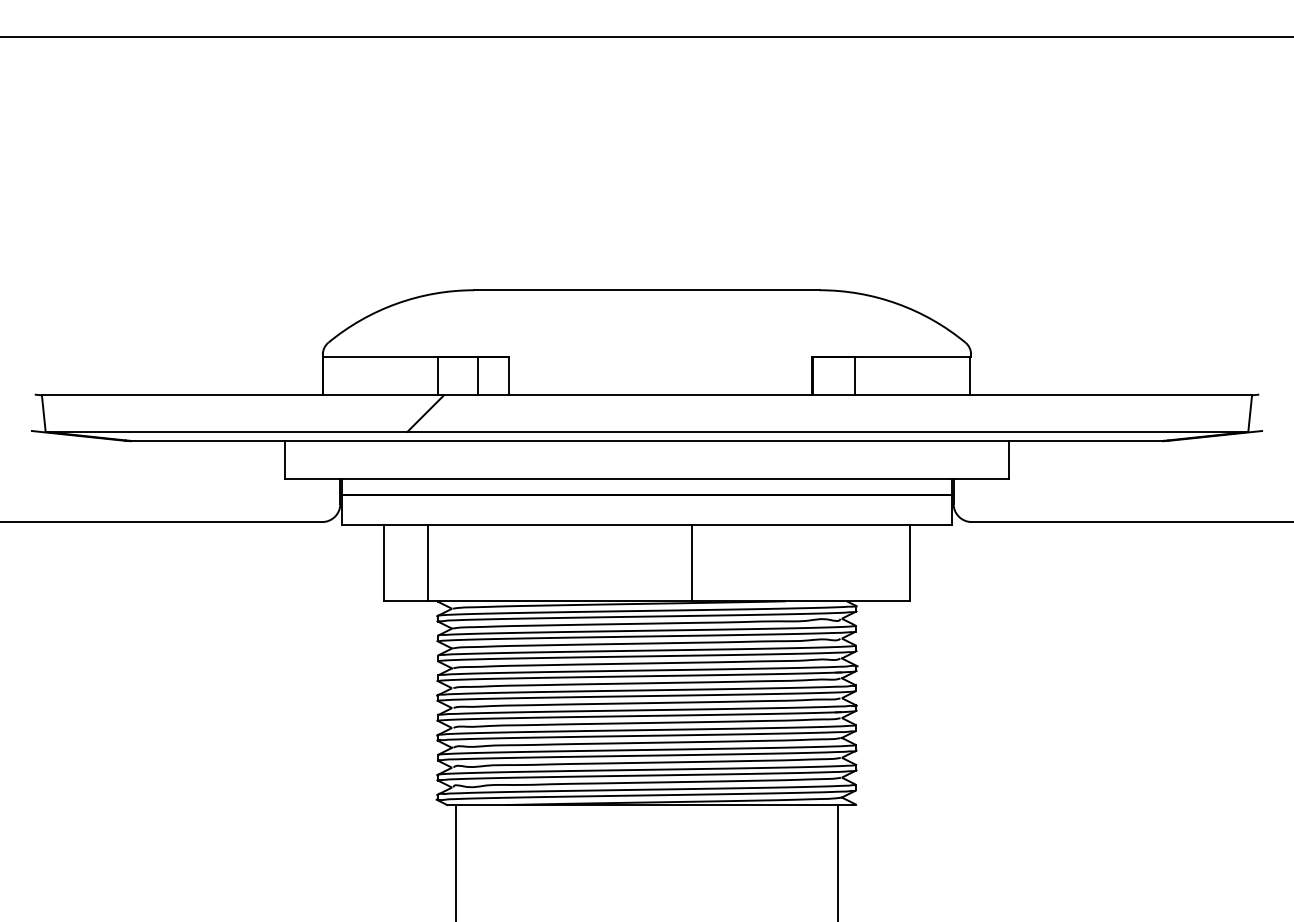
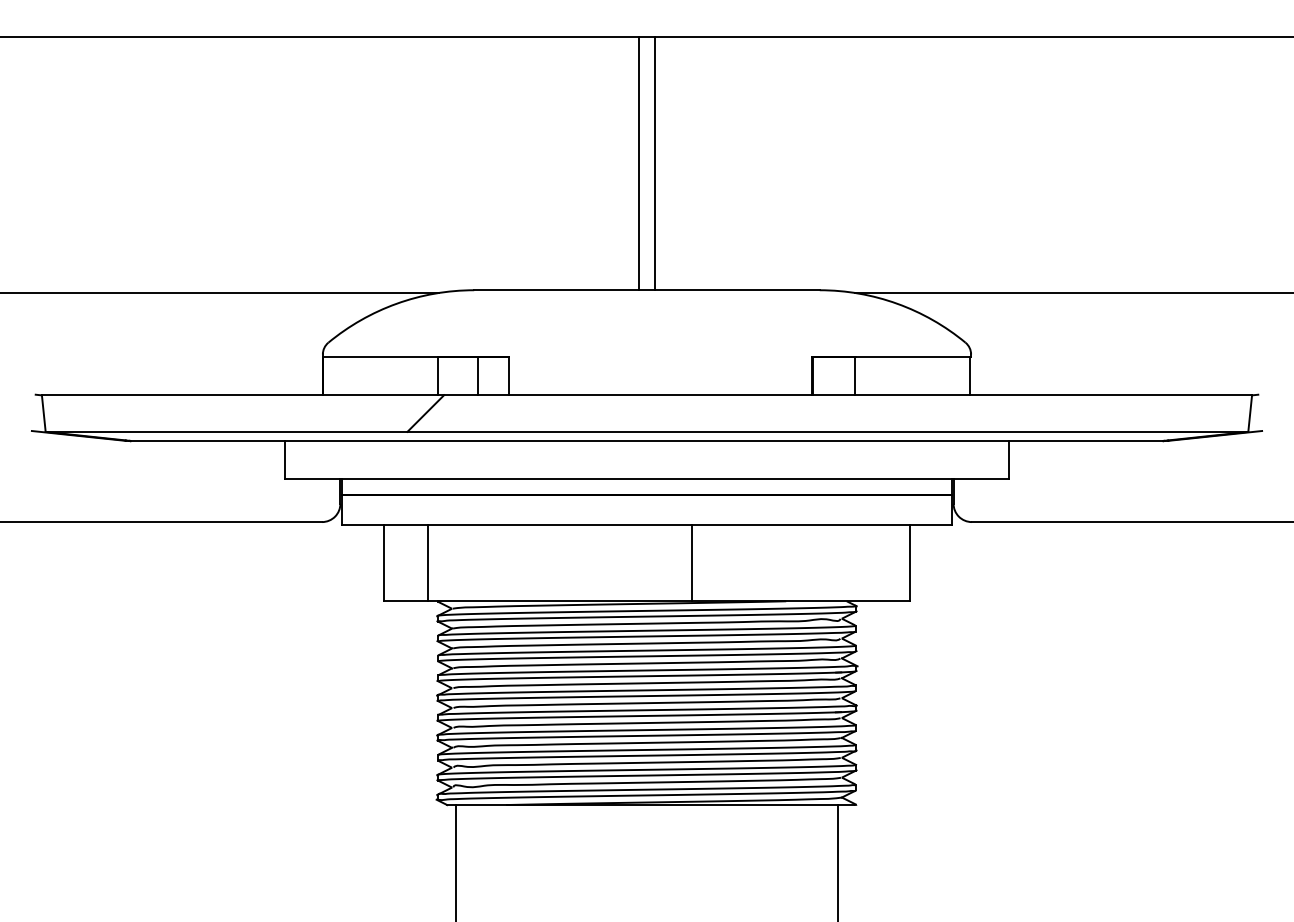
line at (639, 163): none -> present
line at (654, 163): none -> present
line at (220, 293): none -> present
line at (1072, 293): none -> present
